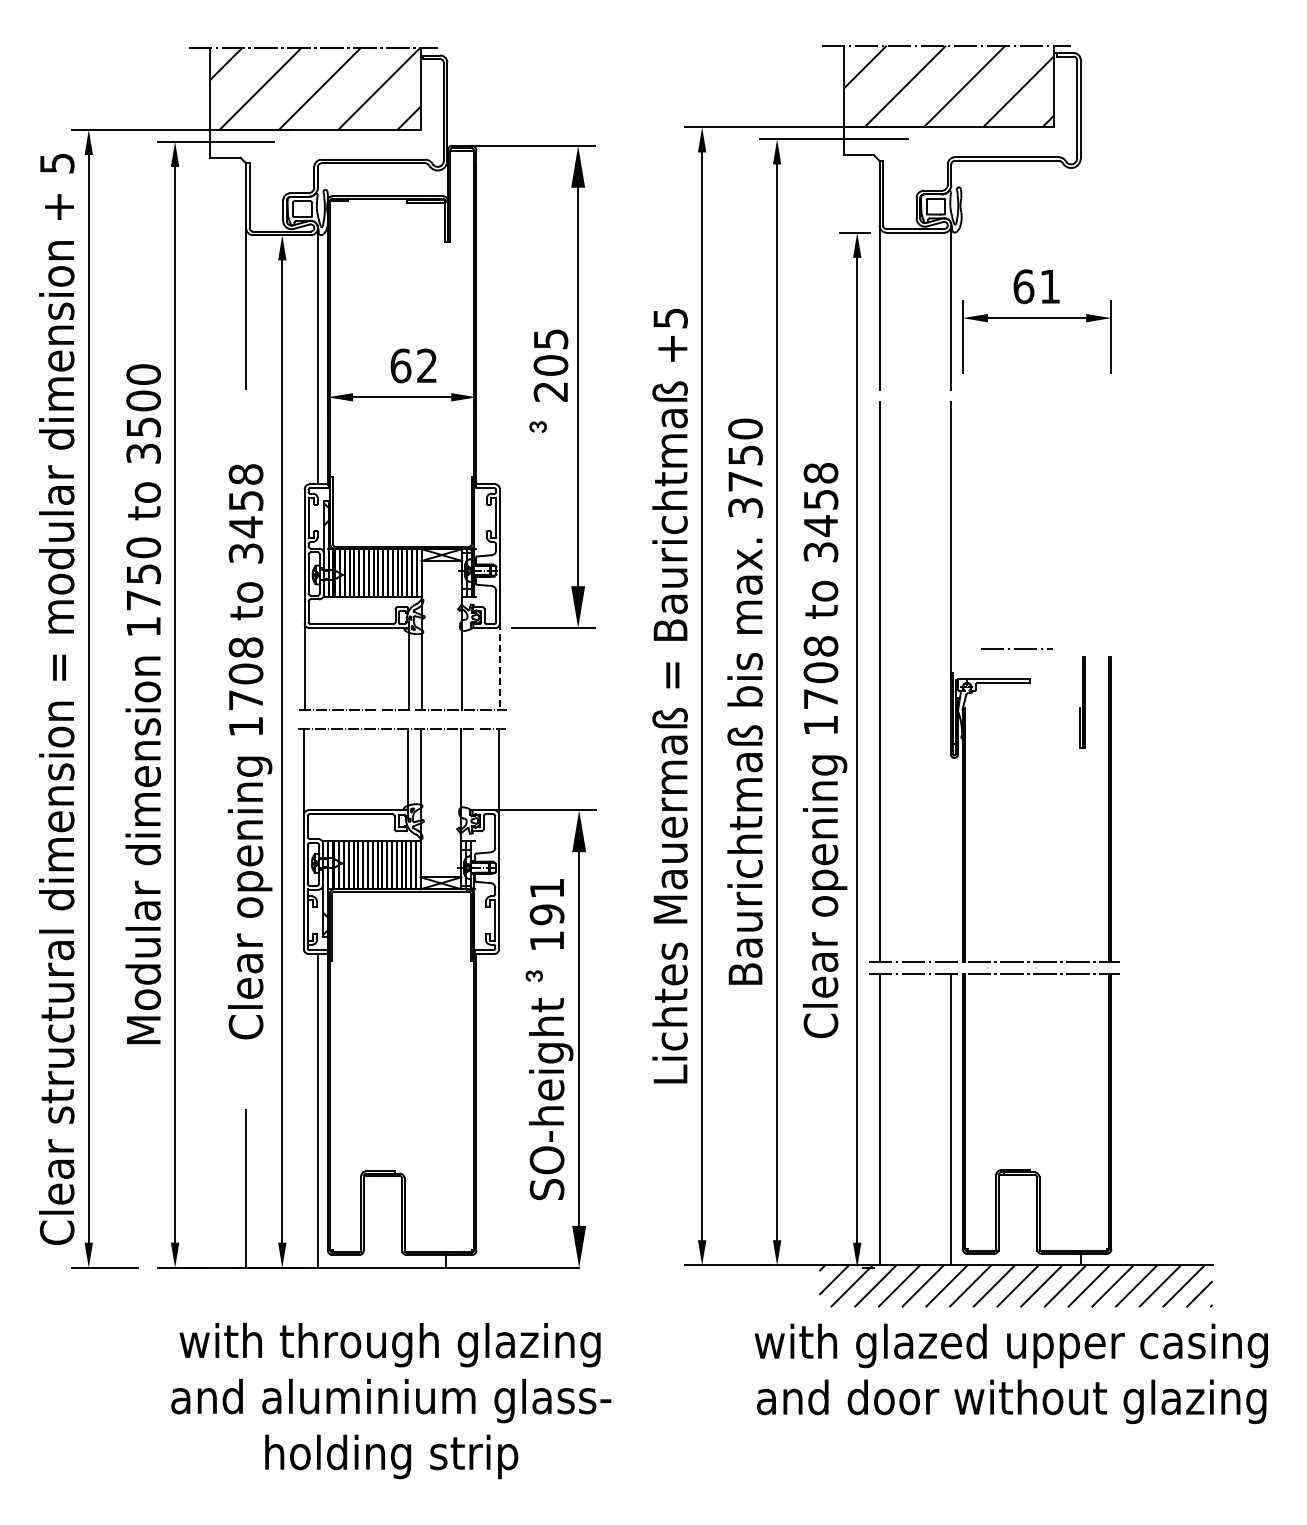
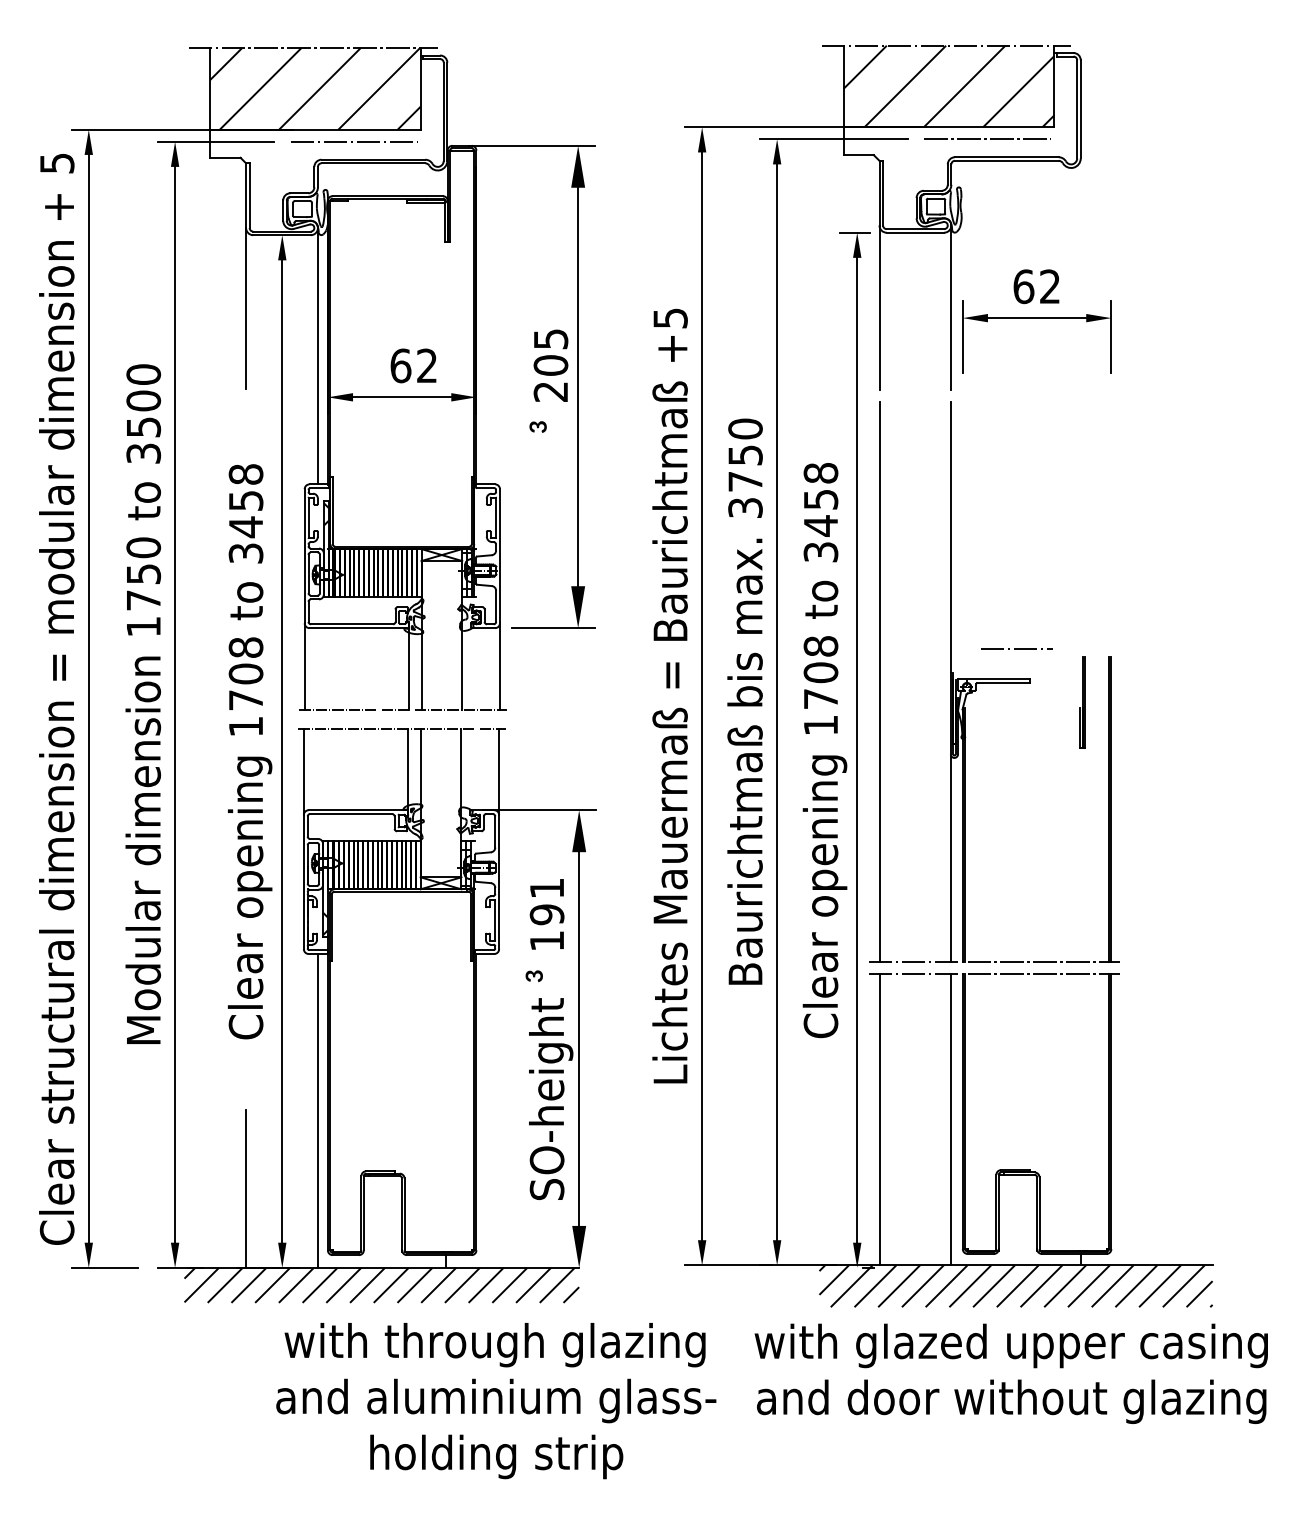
line at (987, 139): none -> present
line at (352, 141): none -> present
text at (1049, 286): 61 -> 62
line at (499, 666): dashed -> solid
line at (951, 858): none -> present
hatch at (381, 1284): none -> present
text at (391, 1401) position: (391, 1401) -> (496, 1401)
